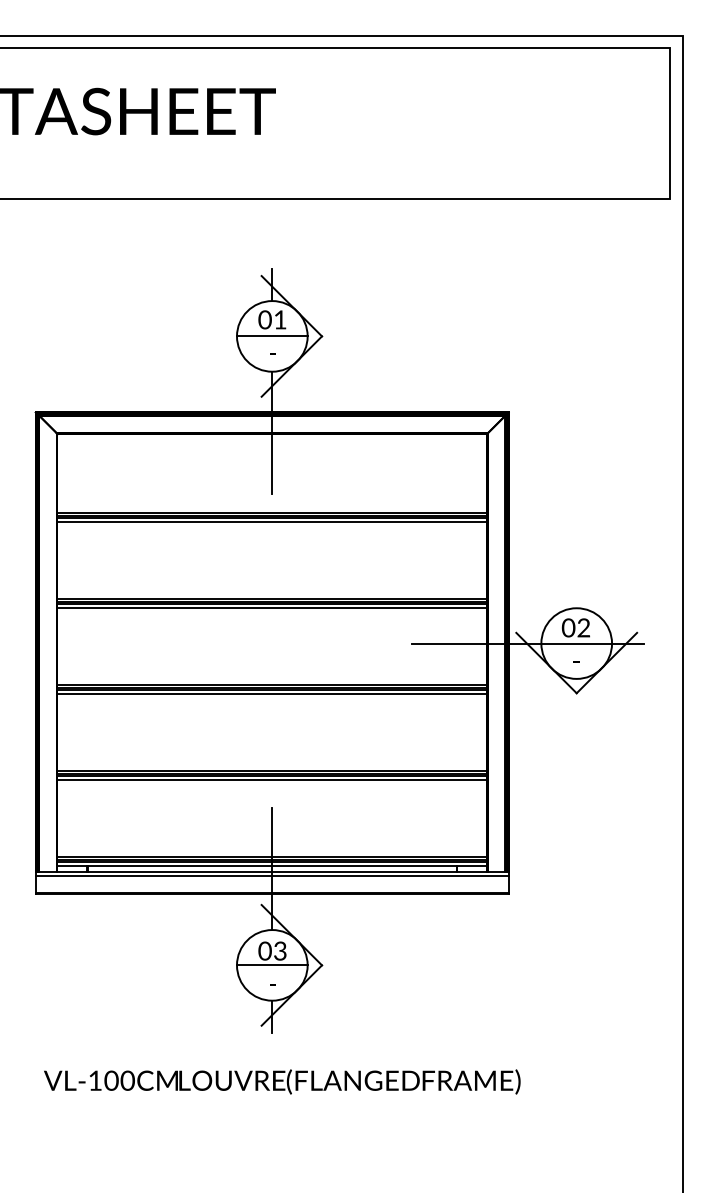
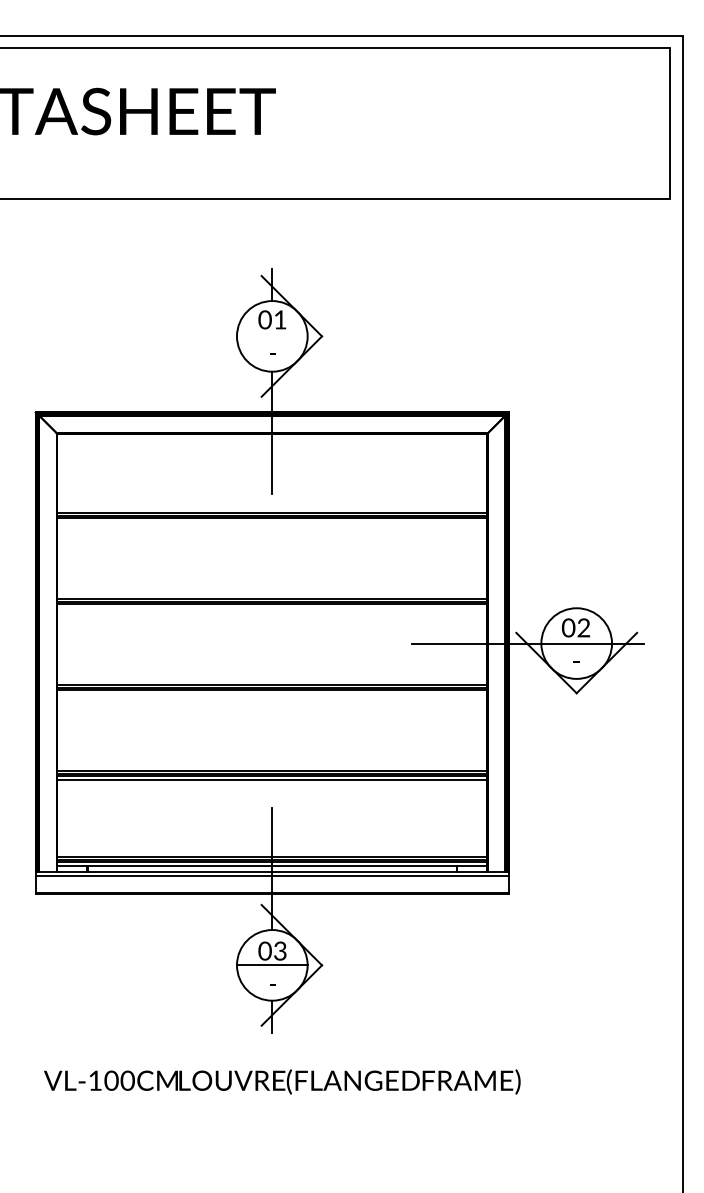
line at (272, 336): present -> none
line at (272, 522): present -> none
line at (272, 608): present -> none
line at (272, 694): present -> none
